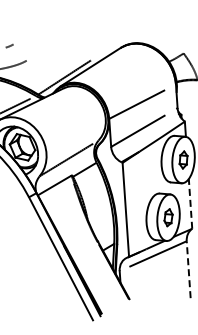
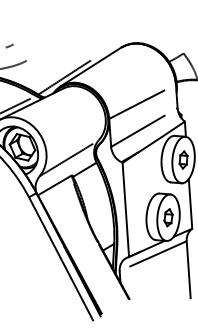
line at (190, 203): dashed -> solid
line at (188, 269): dashed -> solid
